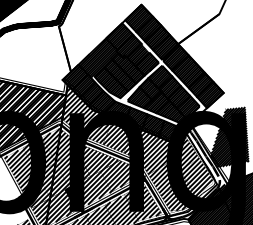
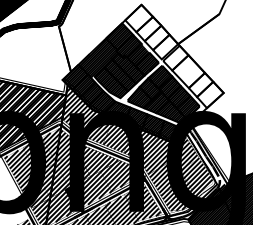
hatch at (173, 55): present -> none
hatch at (229, 137): present -> none
